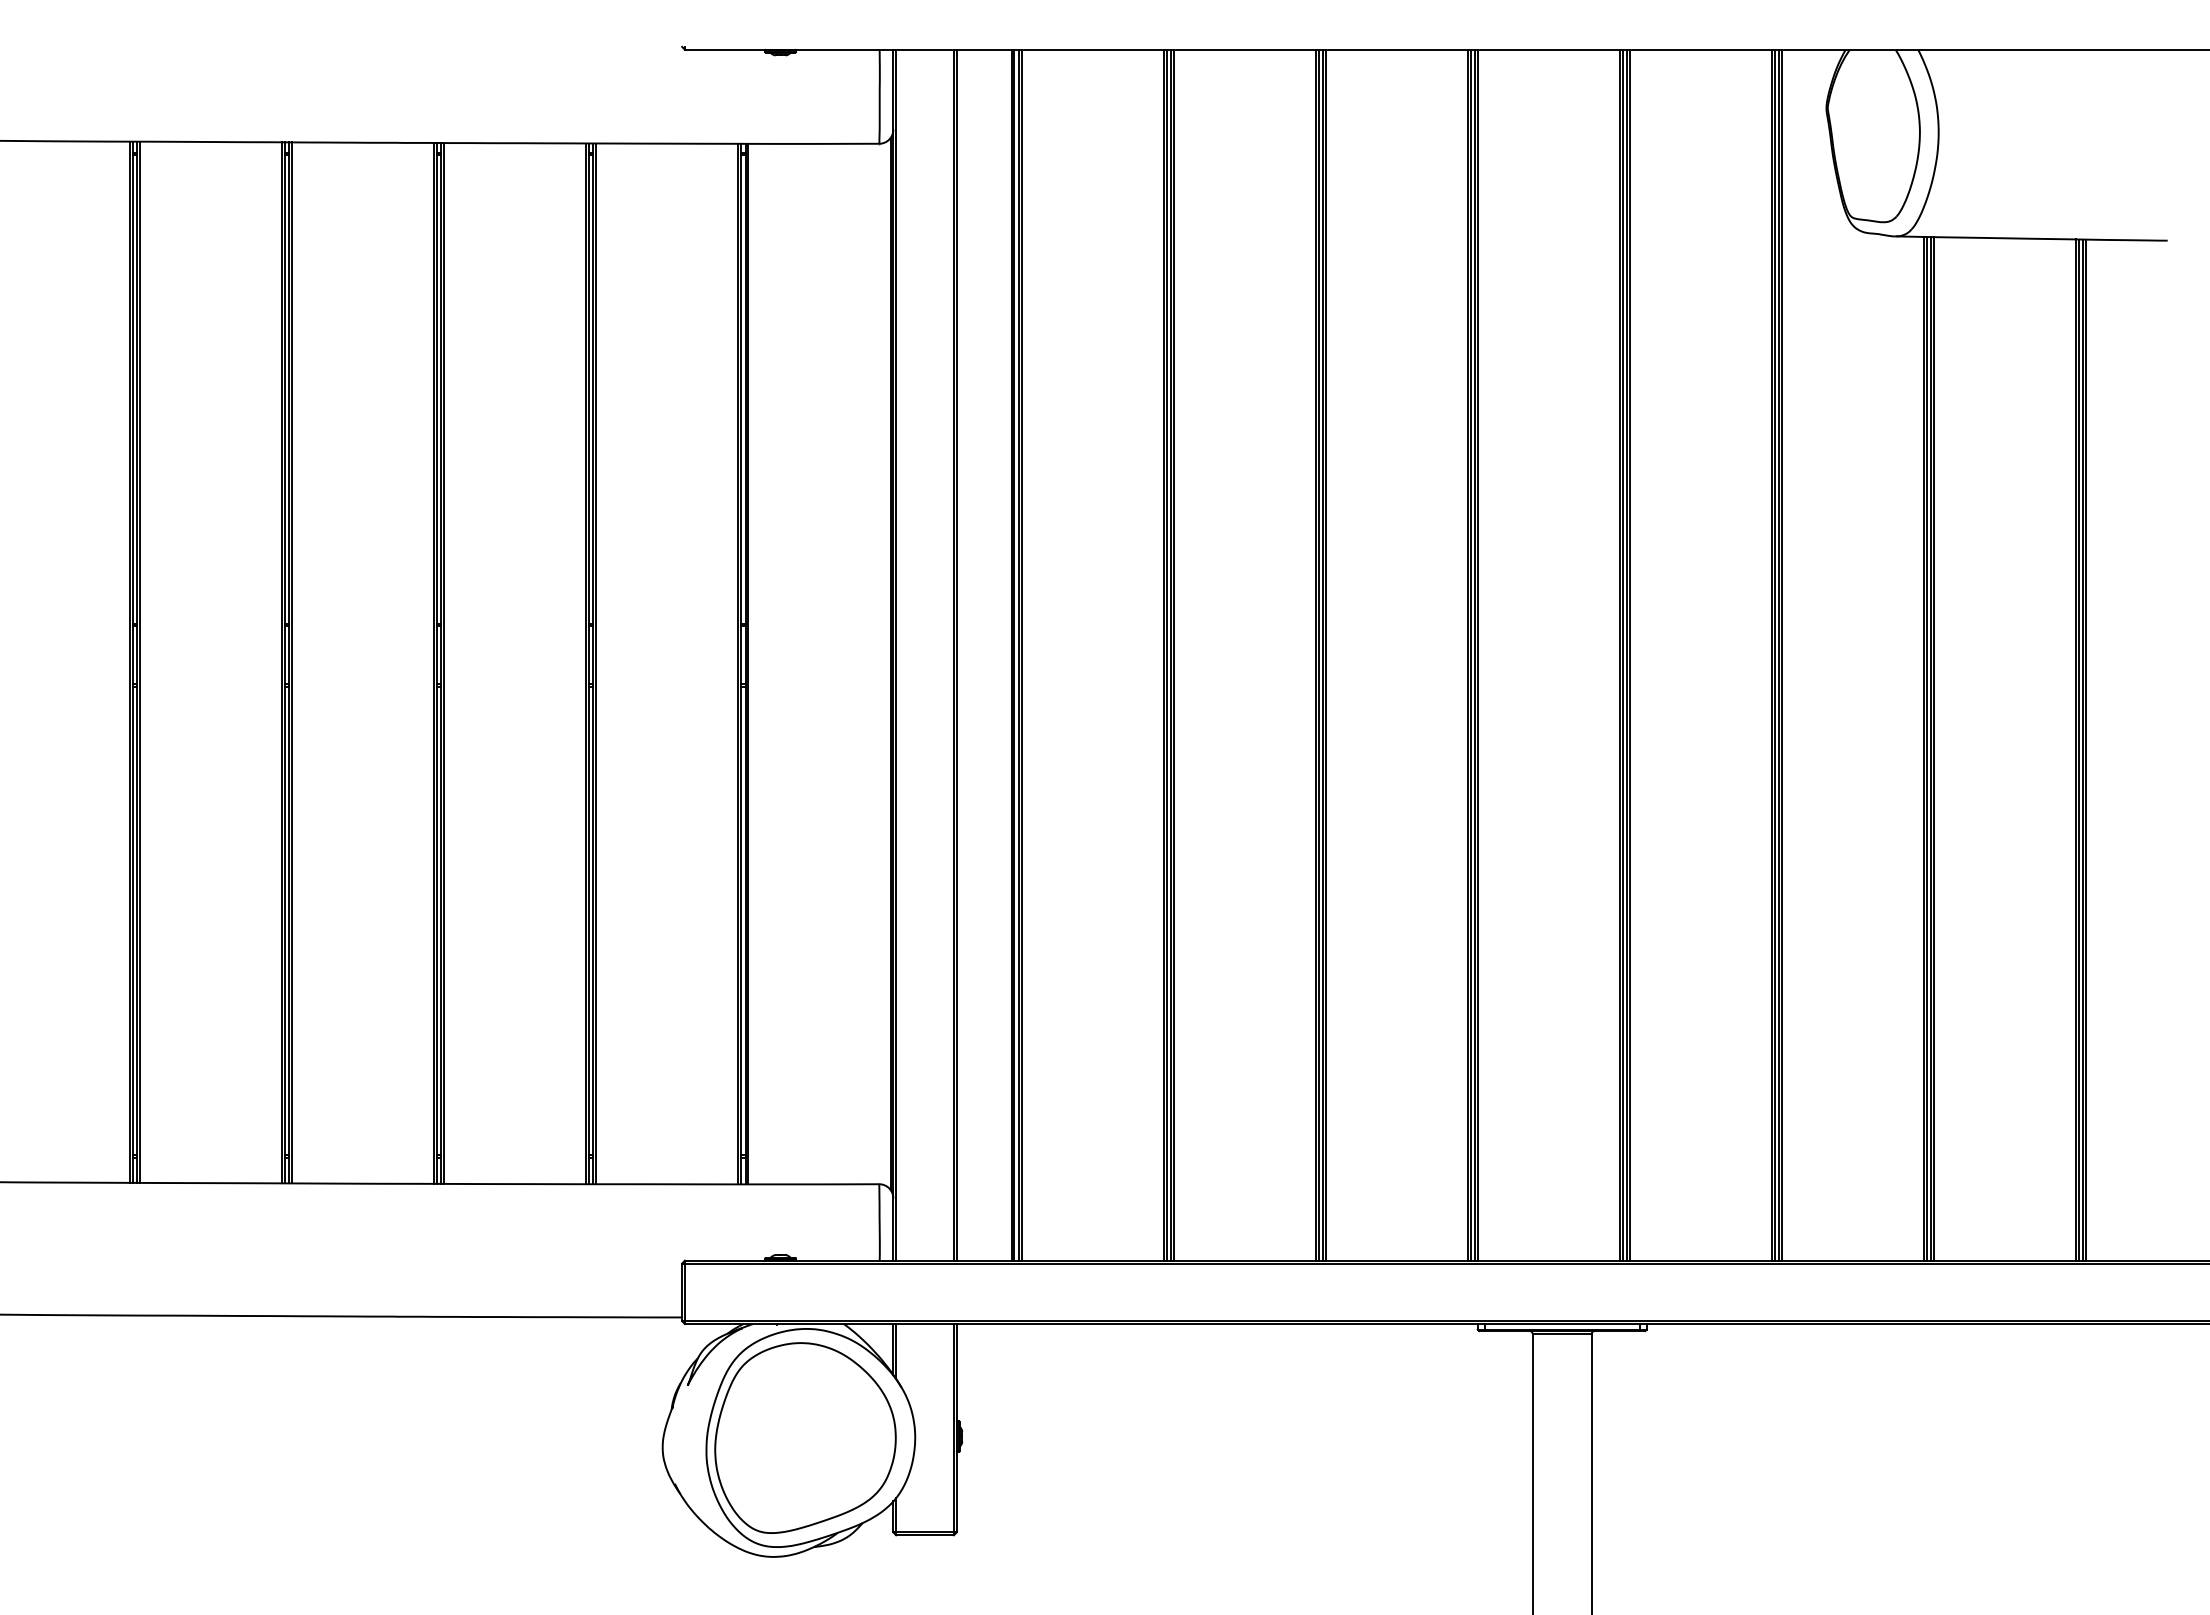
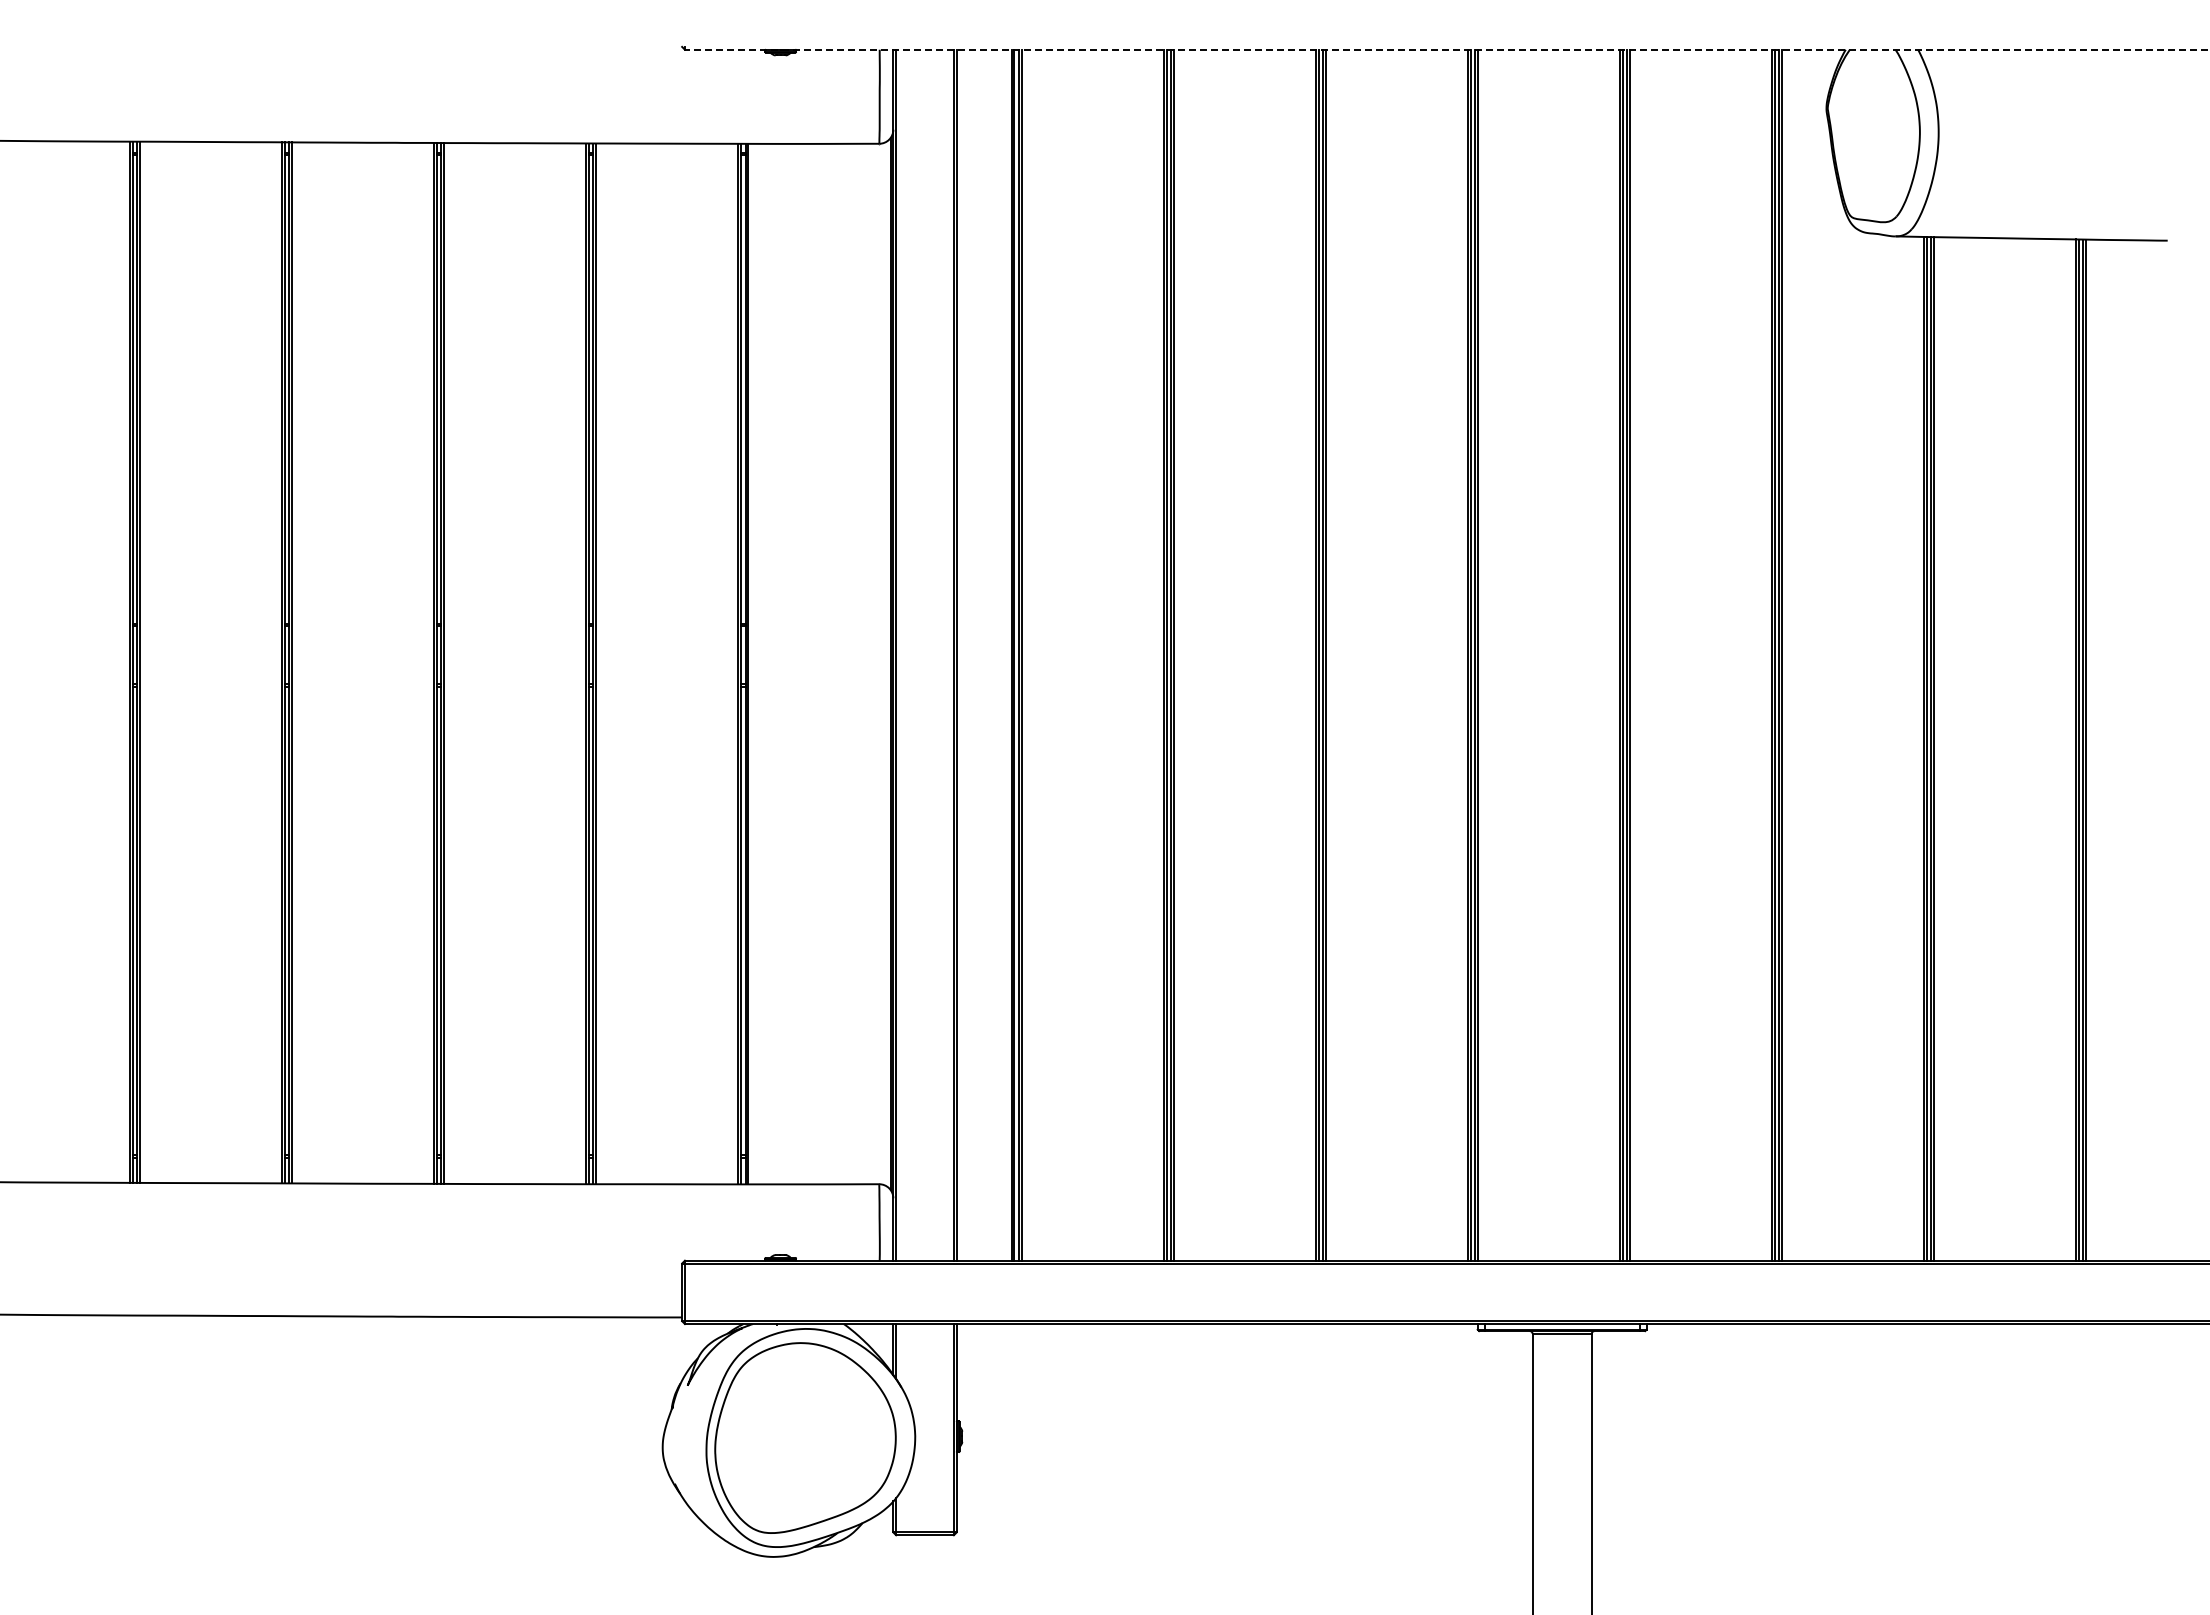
line at (1446, 49): solid -> dashed
